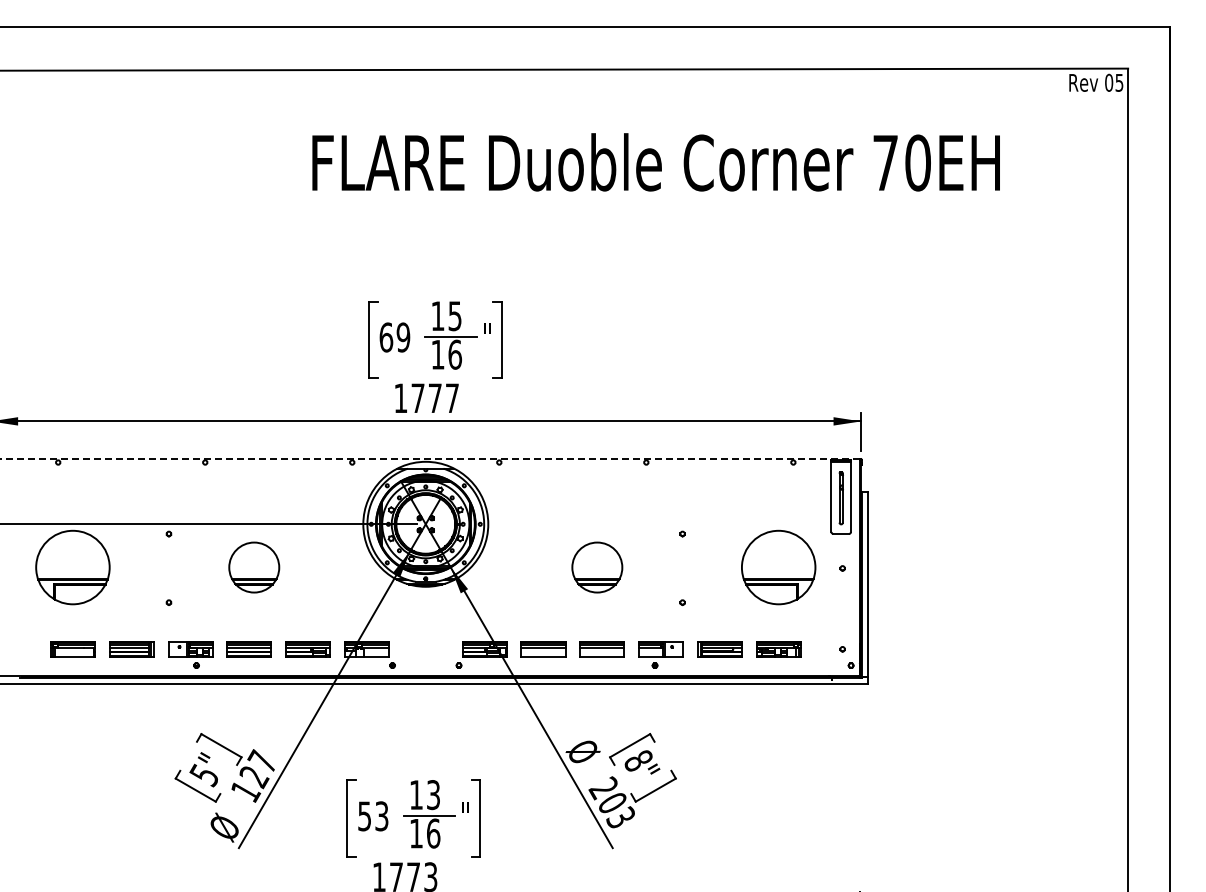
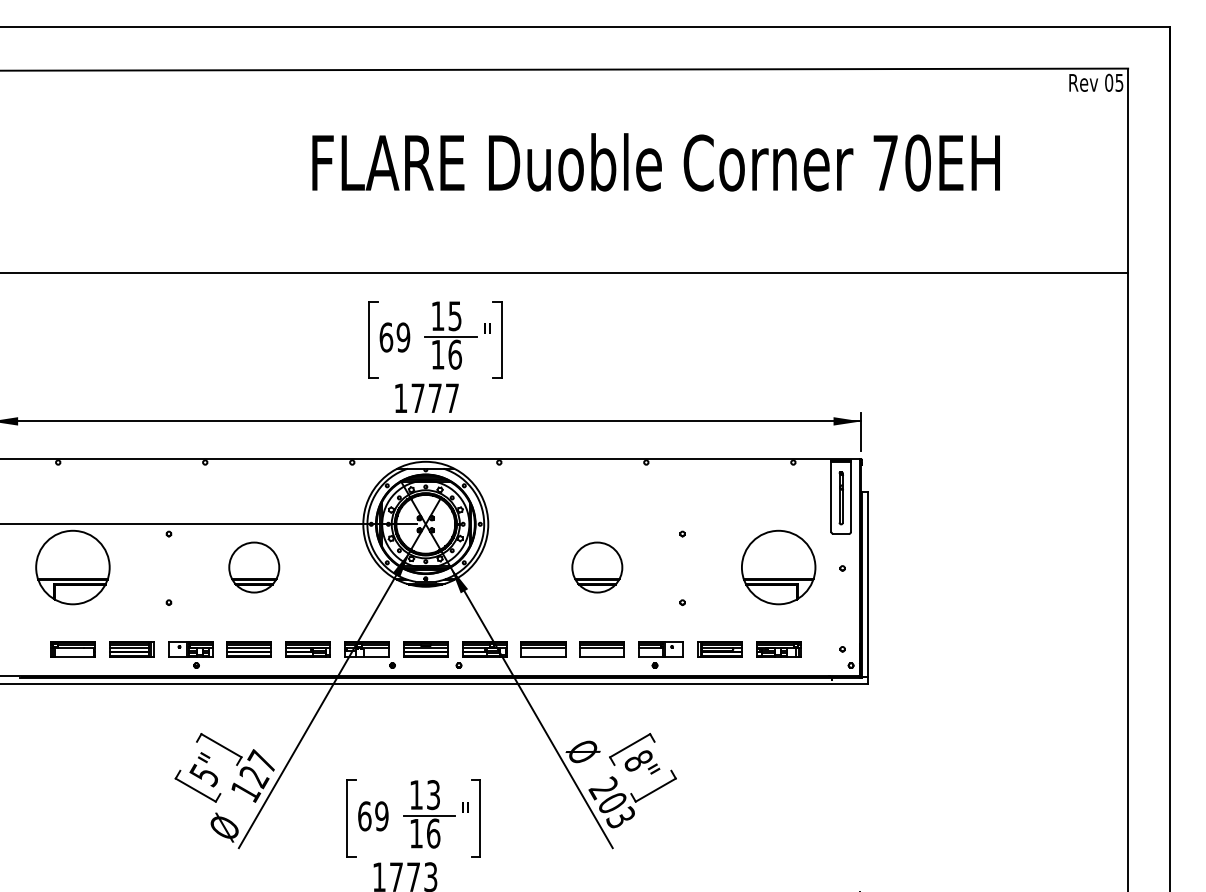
line at (565, 272): none -> present
line at (429, 458): dashed -> solid
part at (425, 649): none -> present
text at (373, 816): 53 -> 69
